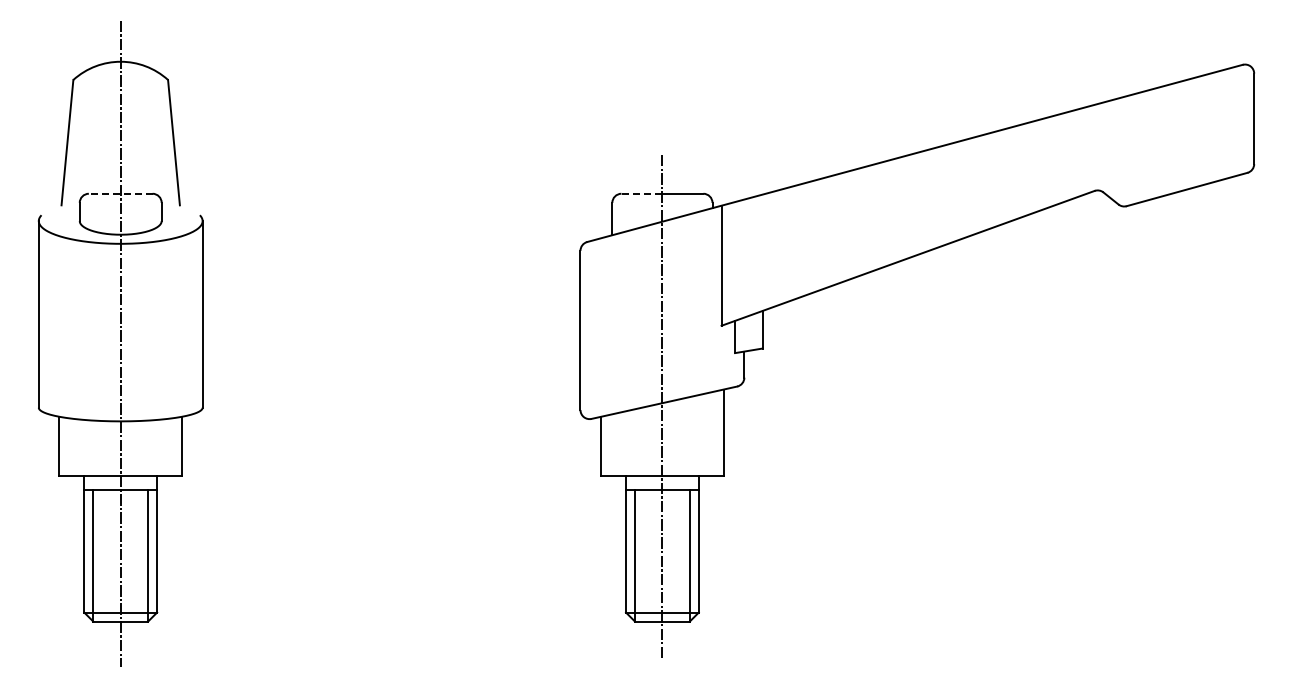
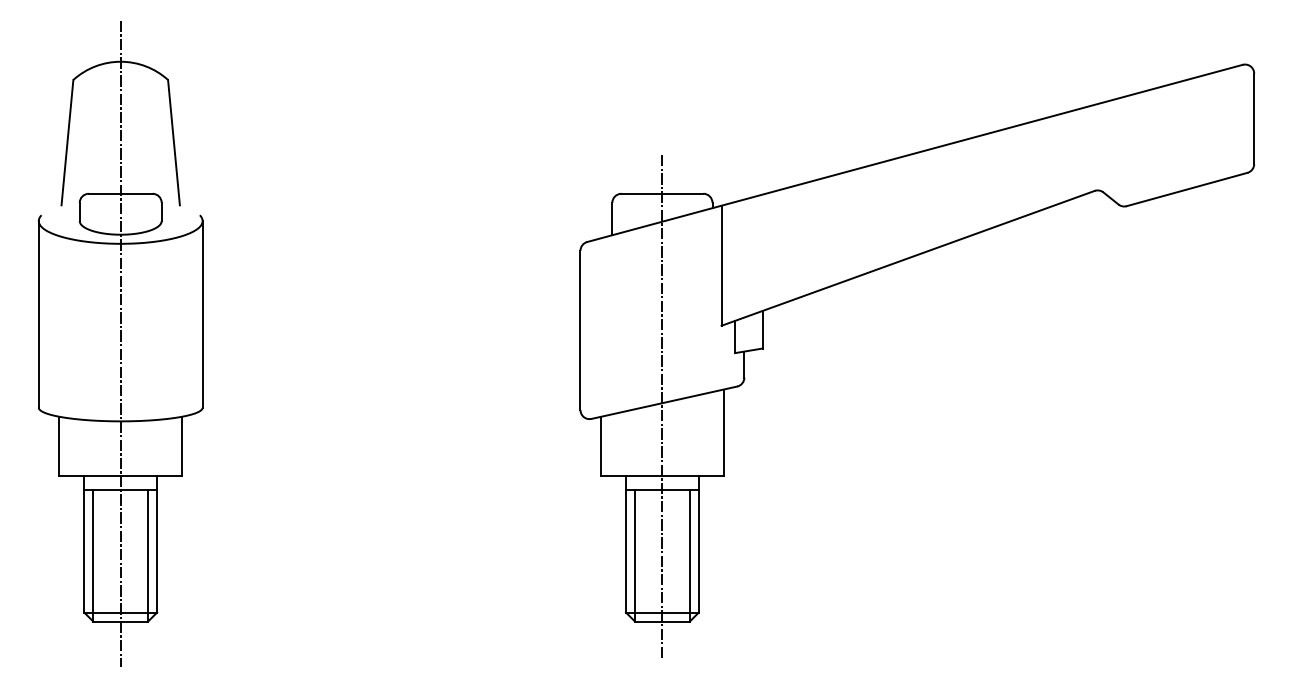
line at (120, 193): dashed -> solid
line at (641, 193): dashed -> solid
